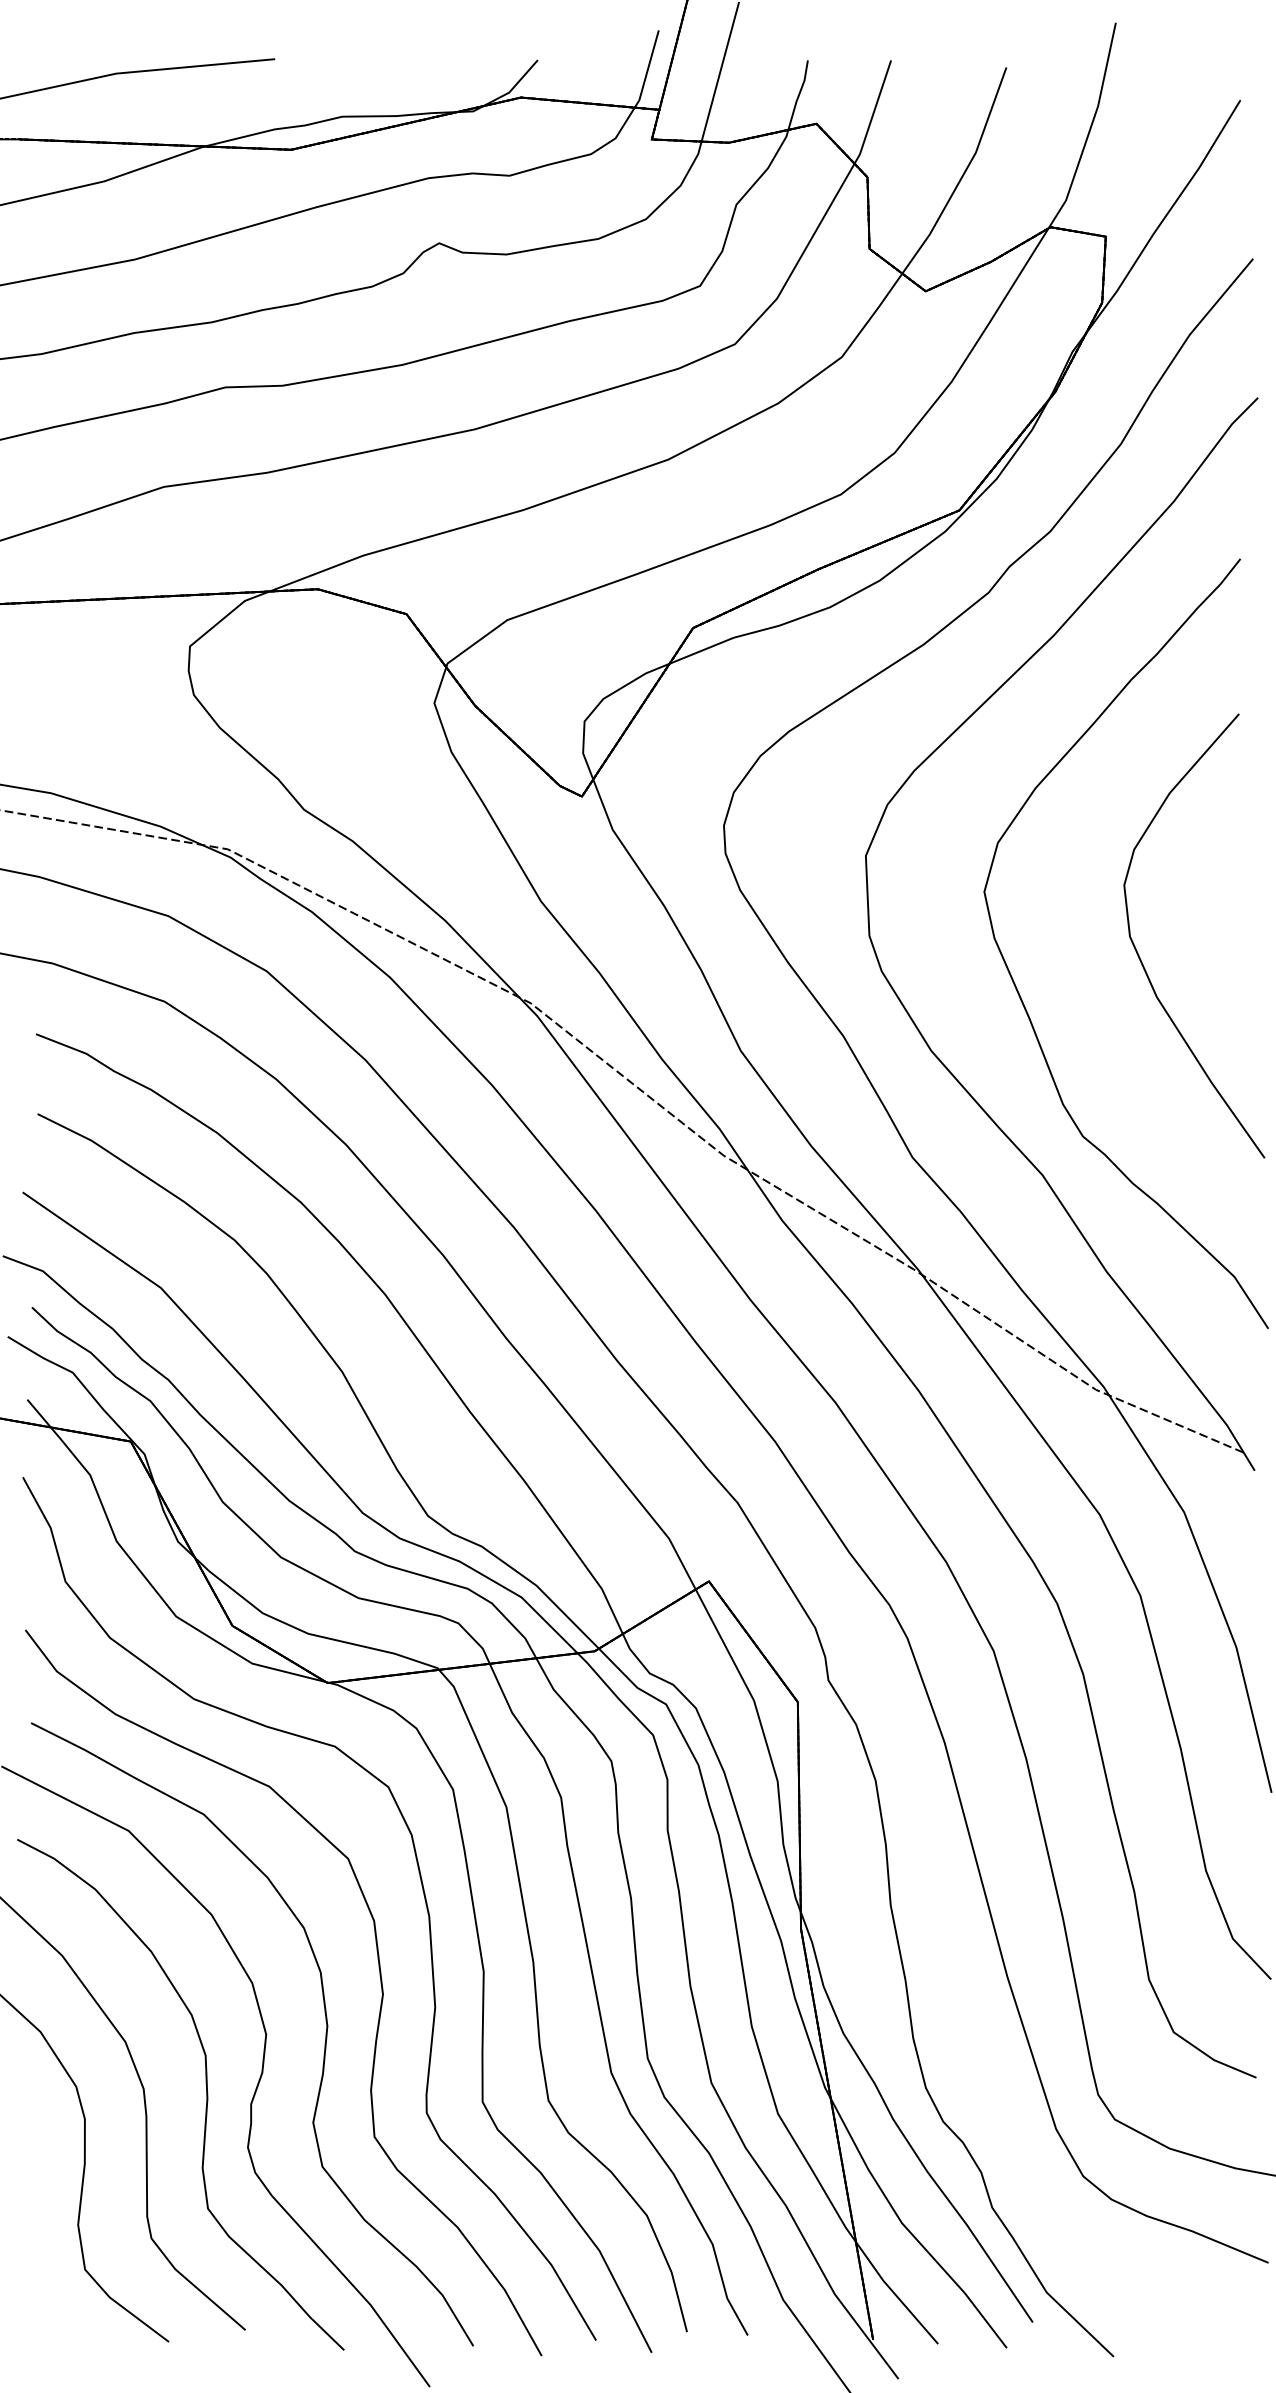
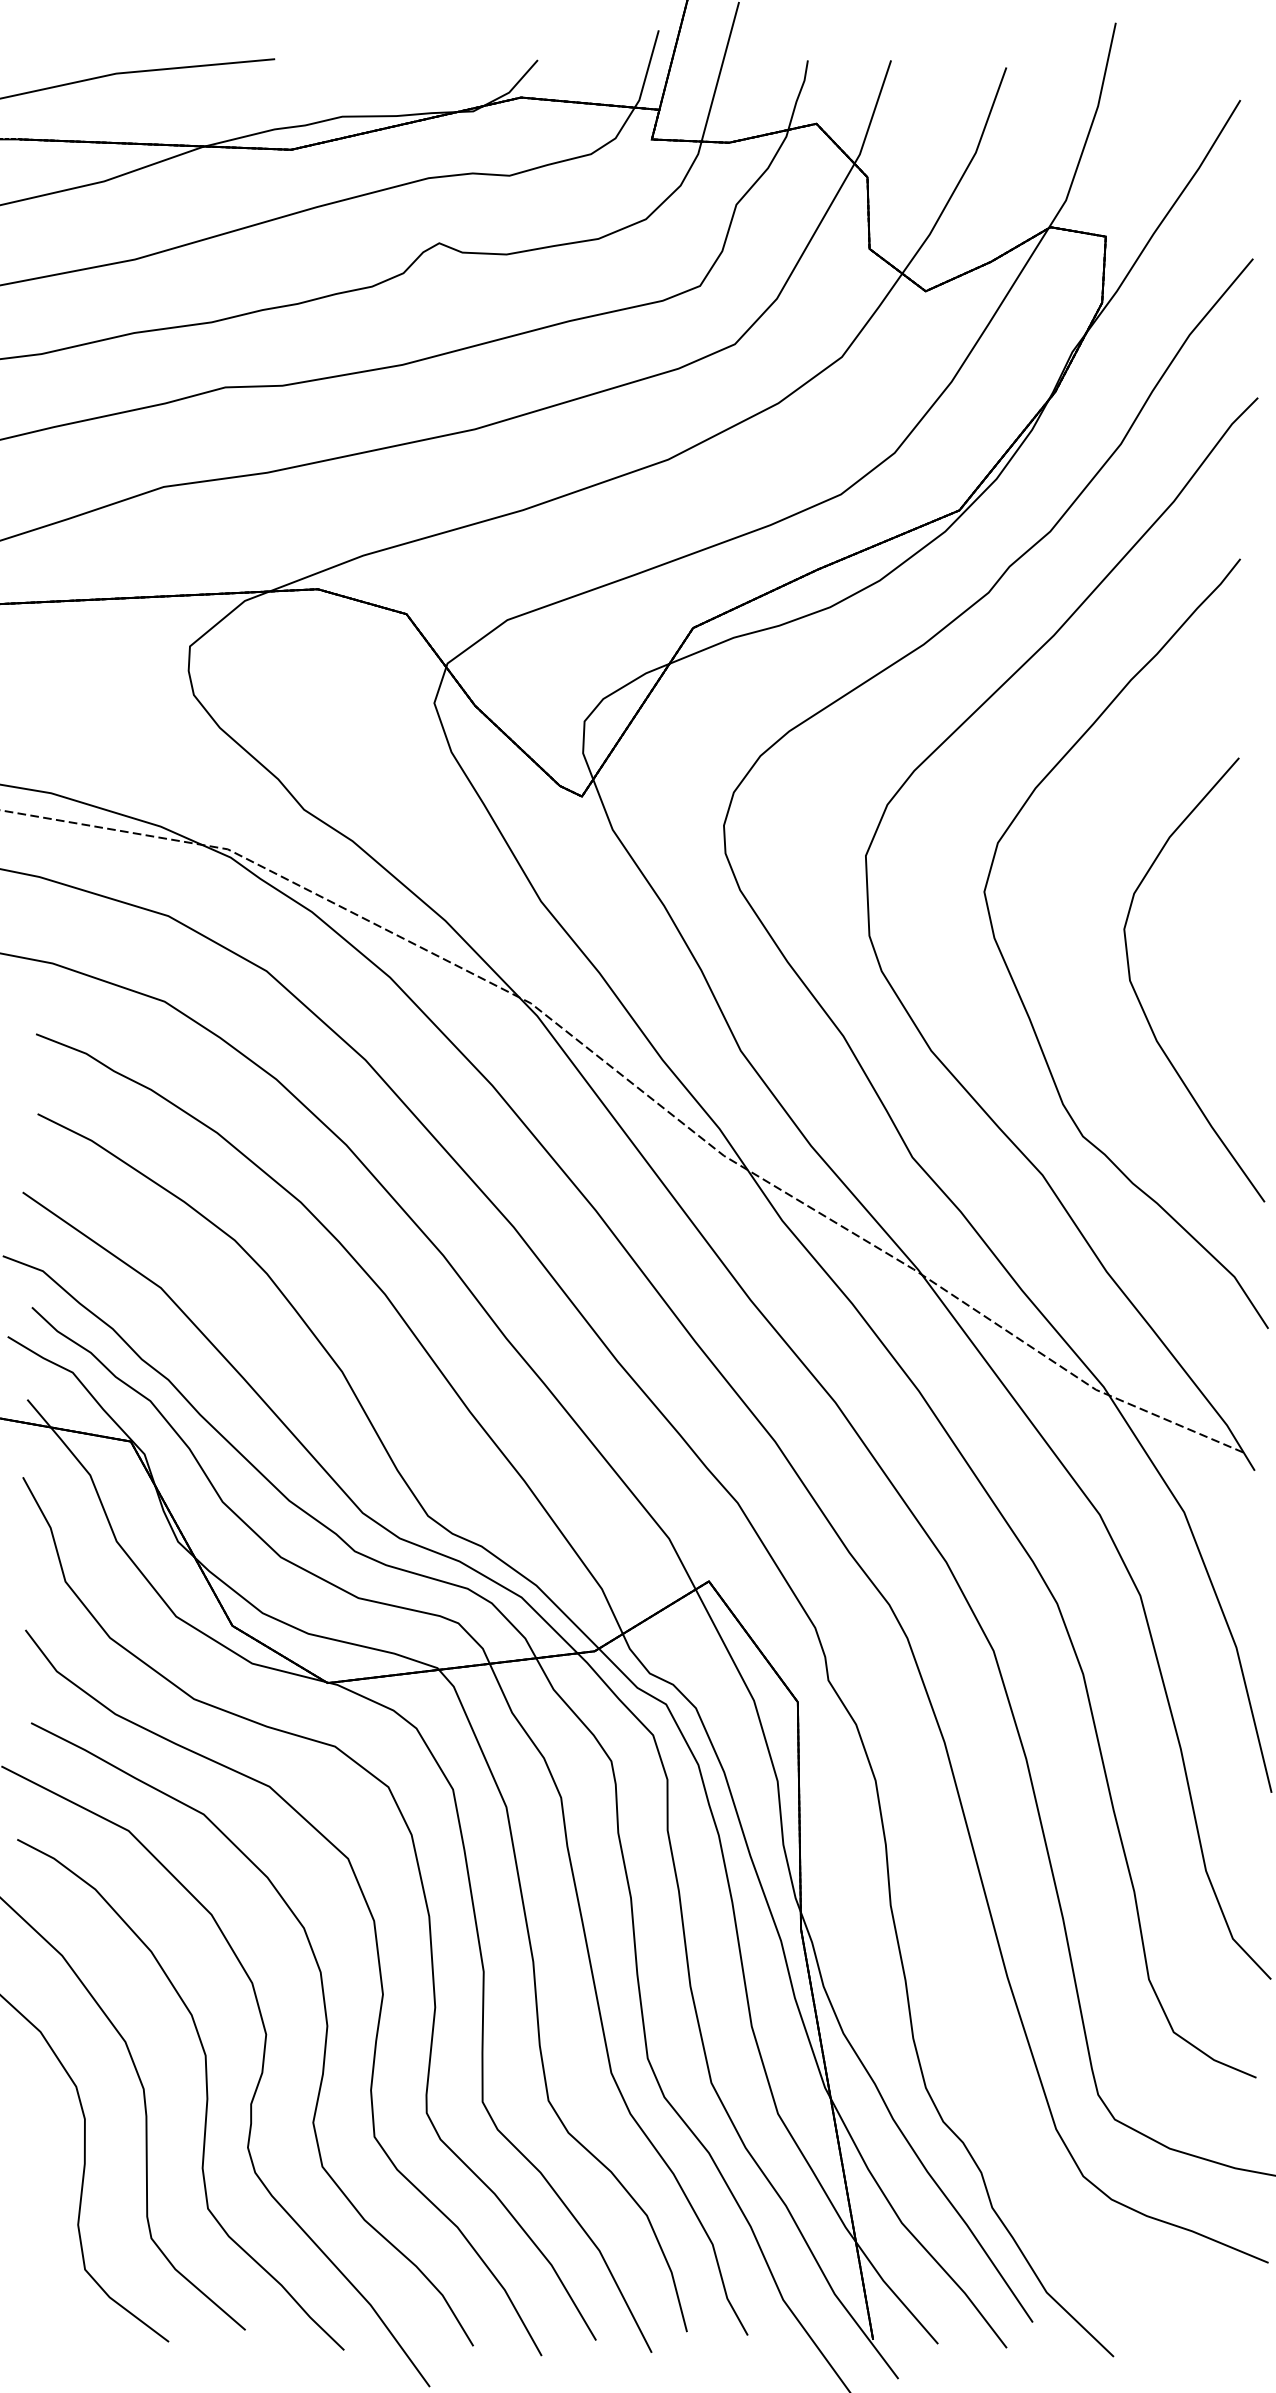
part at (1141, 959) position: (1141, 959) -> (1141, 1003)
